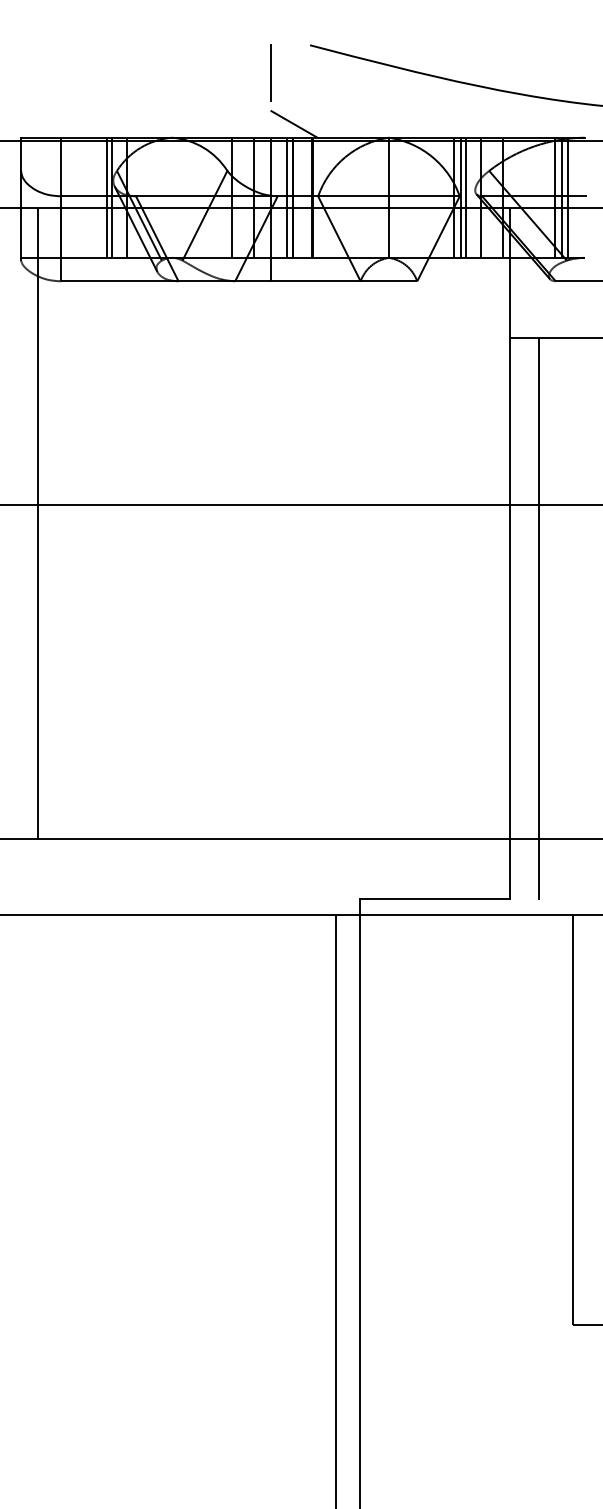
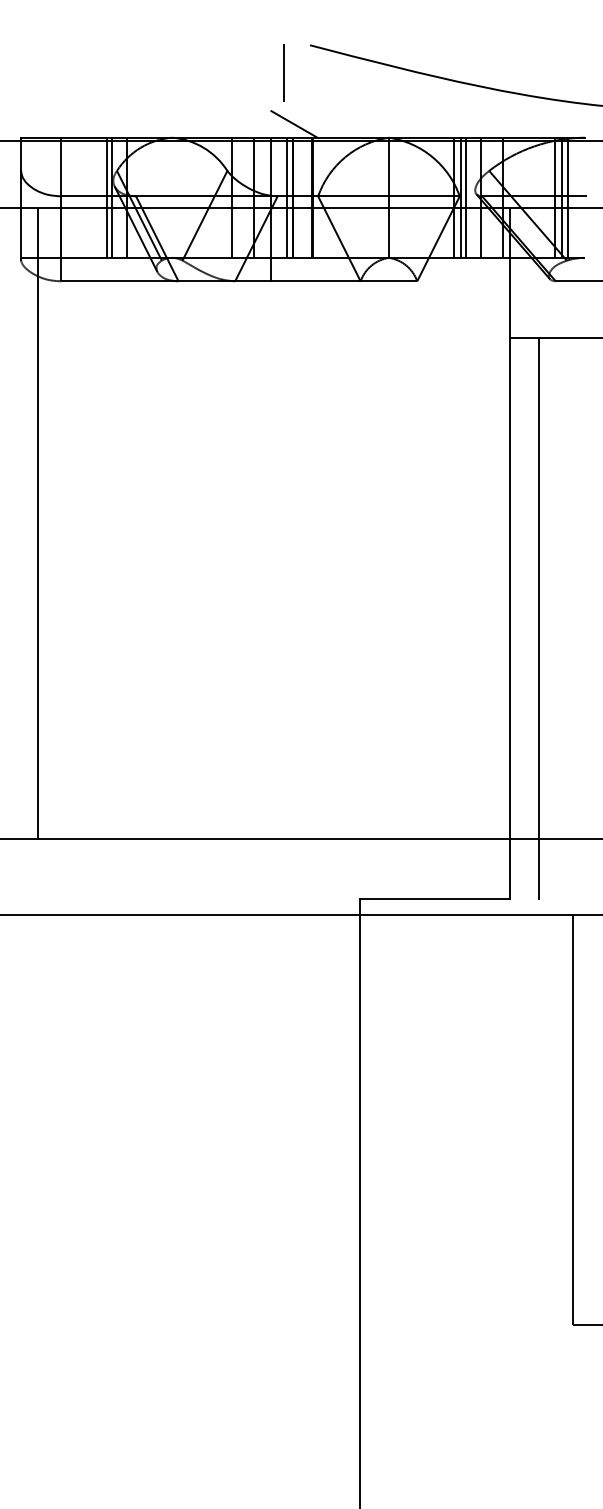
line at (270, 72) position: (270, 72) -> (283, 72)
line at (300, 504): present -> none
line at (335, 1210): present -> none
